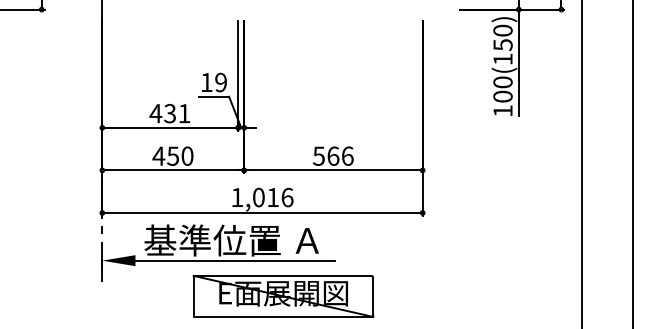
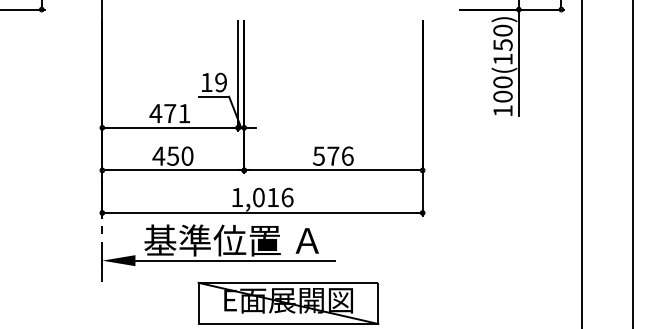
text at (170, 113): 431 -> 471
text at (333, 155): 566 -> 576
part at (283, 295) position: (283, 295) -> (288, 302)
